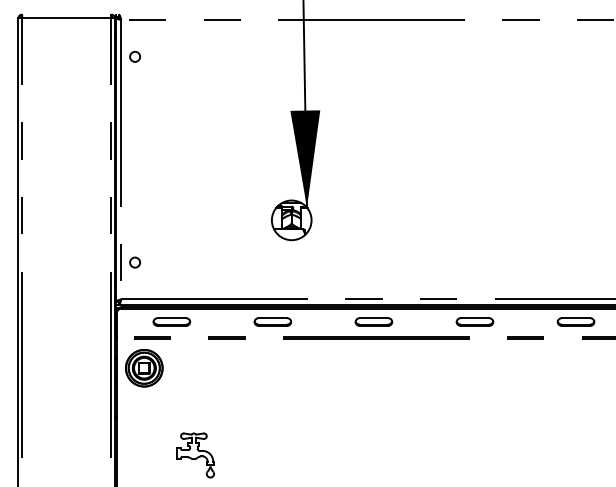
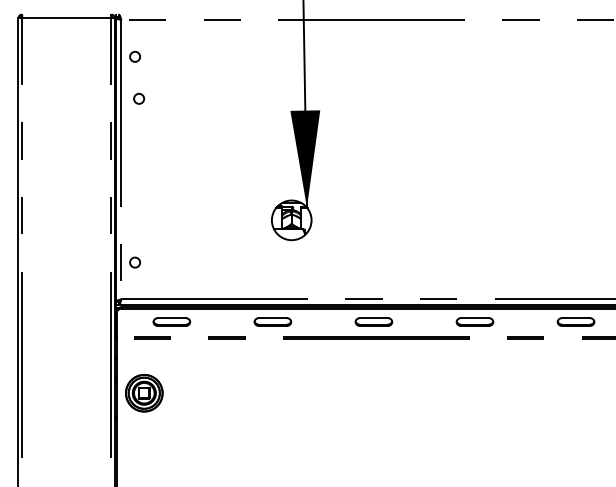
circle at (138, 98): none -> present
part at (144, 368) position: (144, 368) -> (144, 393)
part at (195, 455): present -> none
